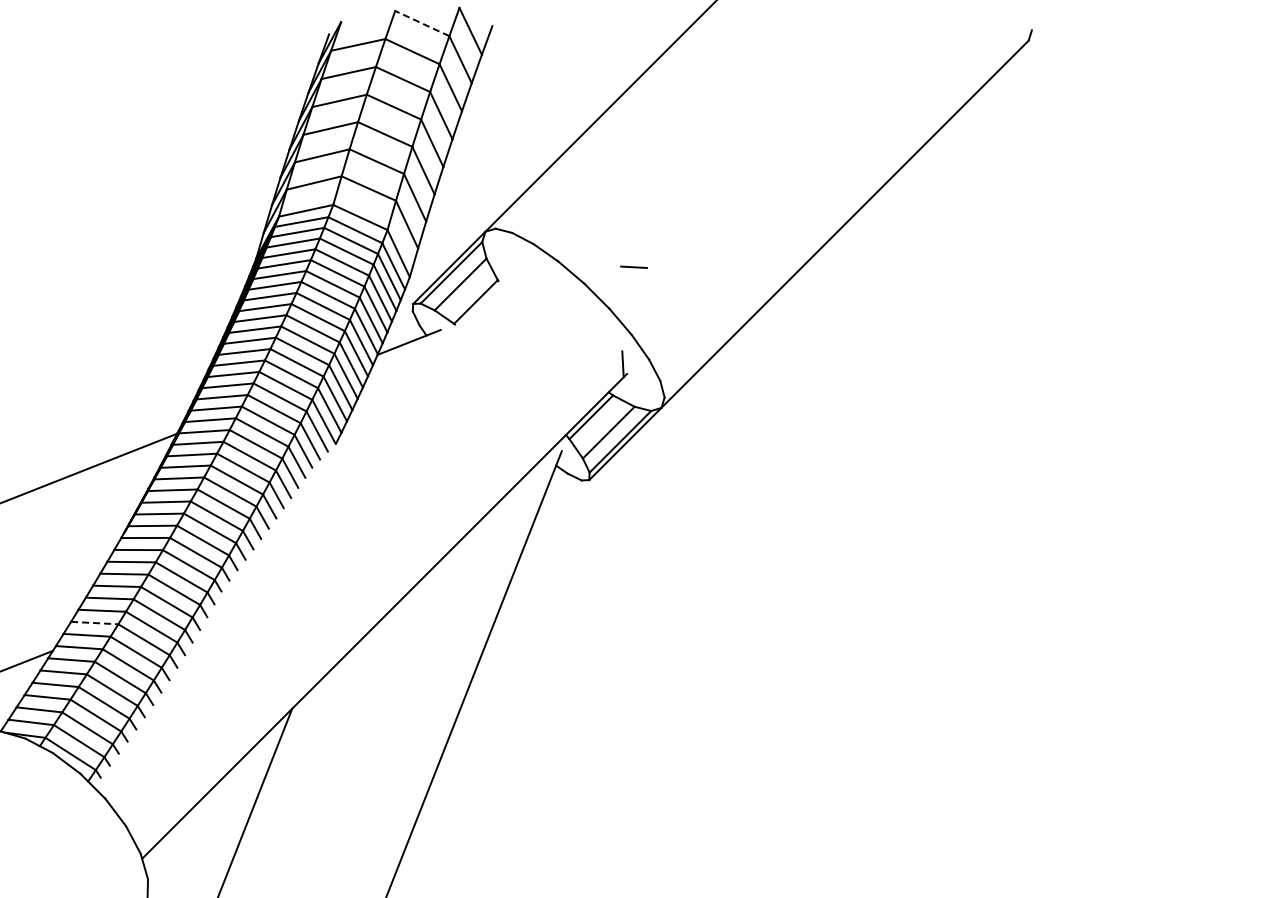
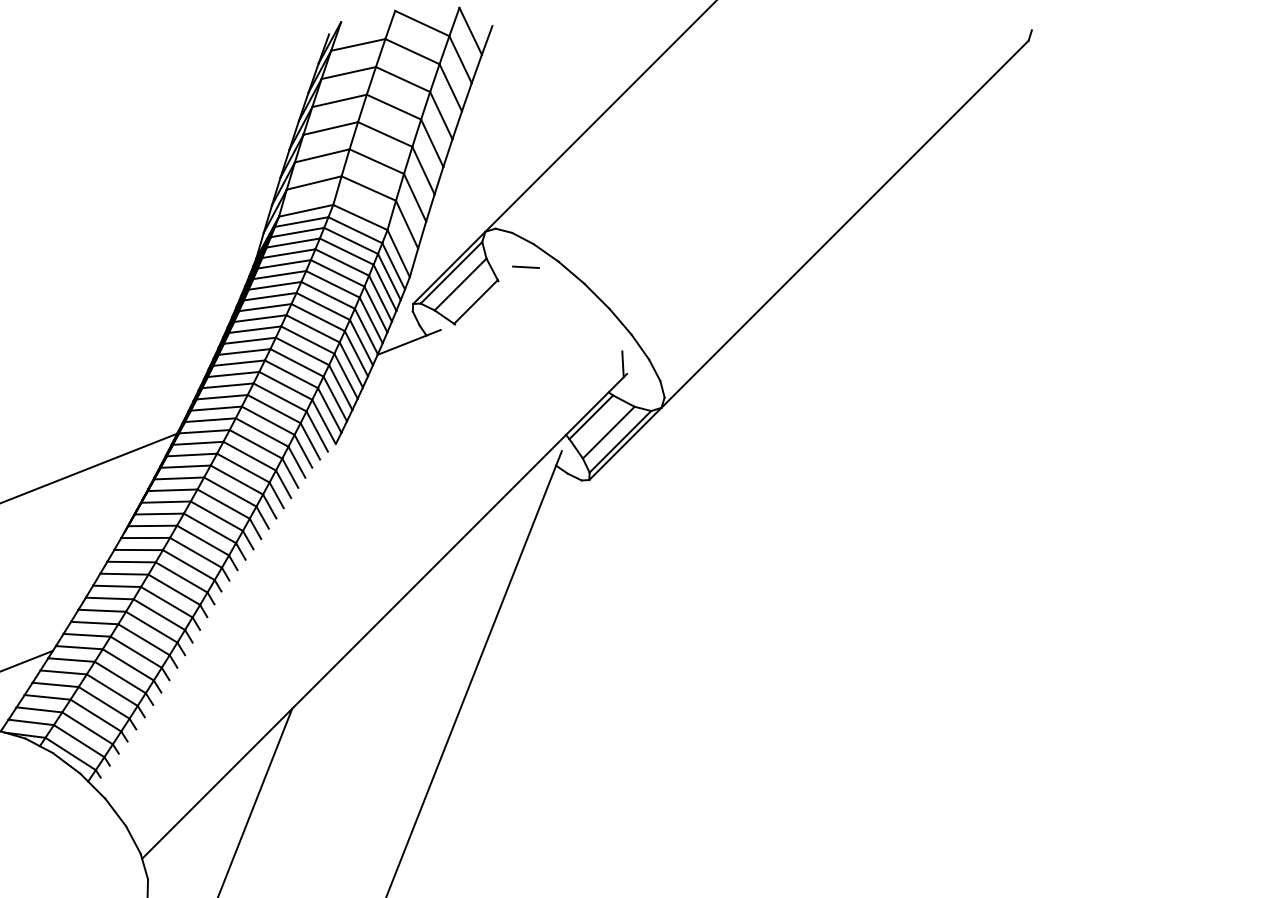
line at (422, 23): dashed -> solid
line at (633, 266) position: (633, 266) -> (525, 266)
line at (94, 623): dashed -> solid
